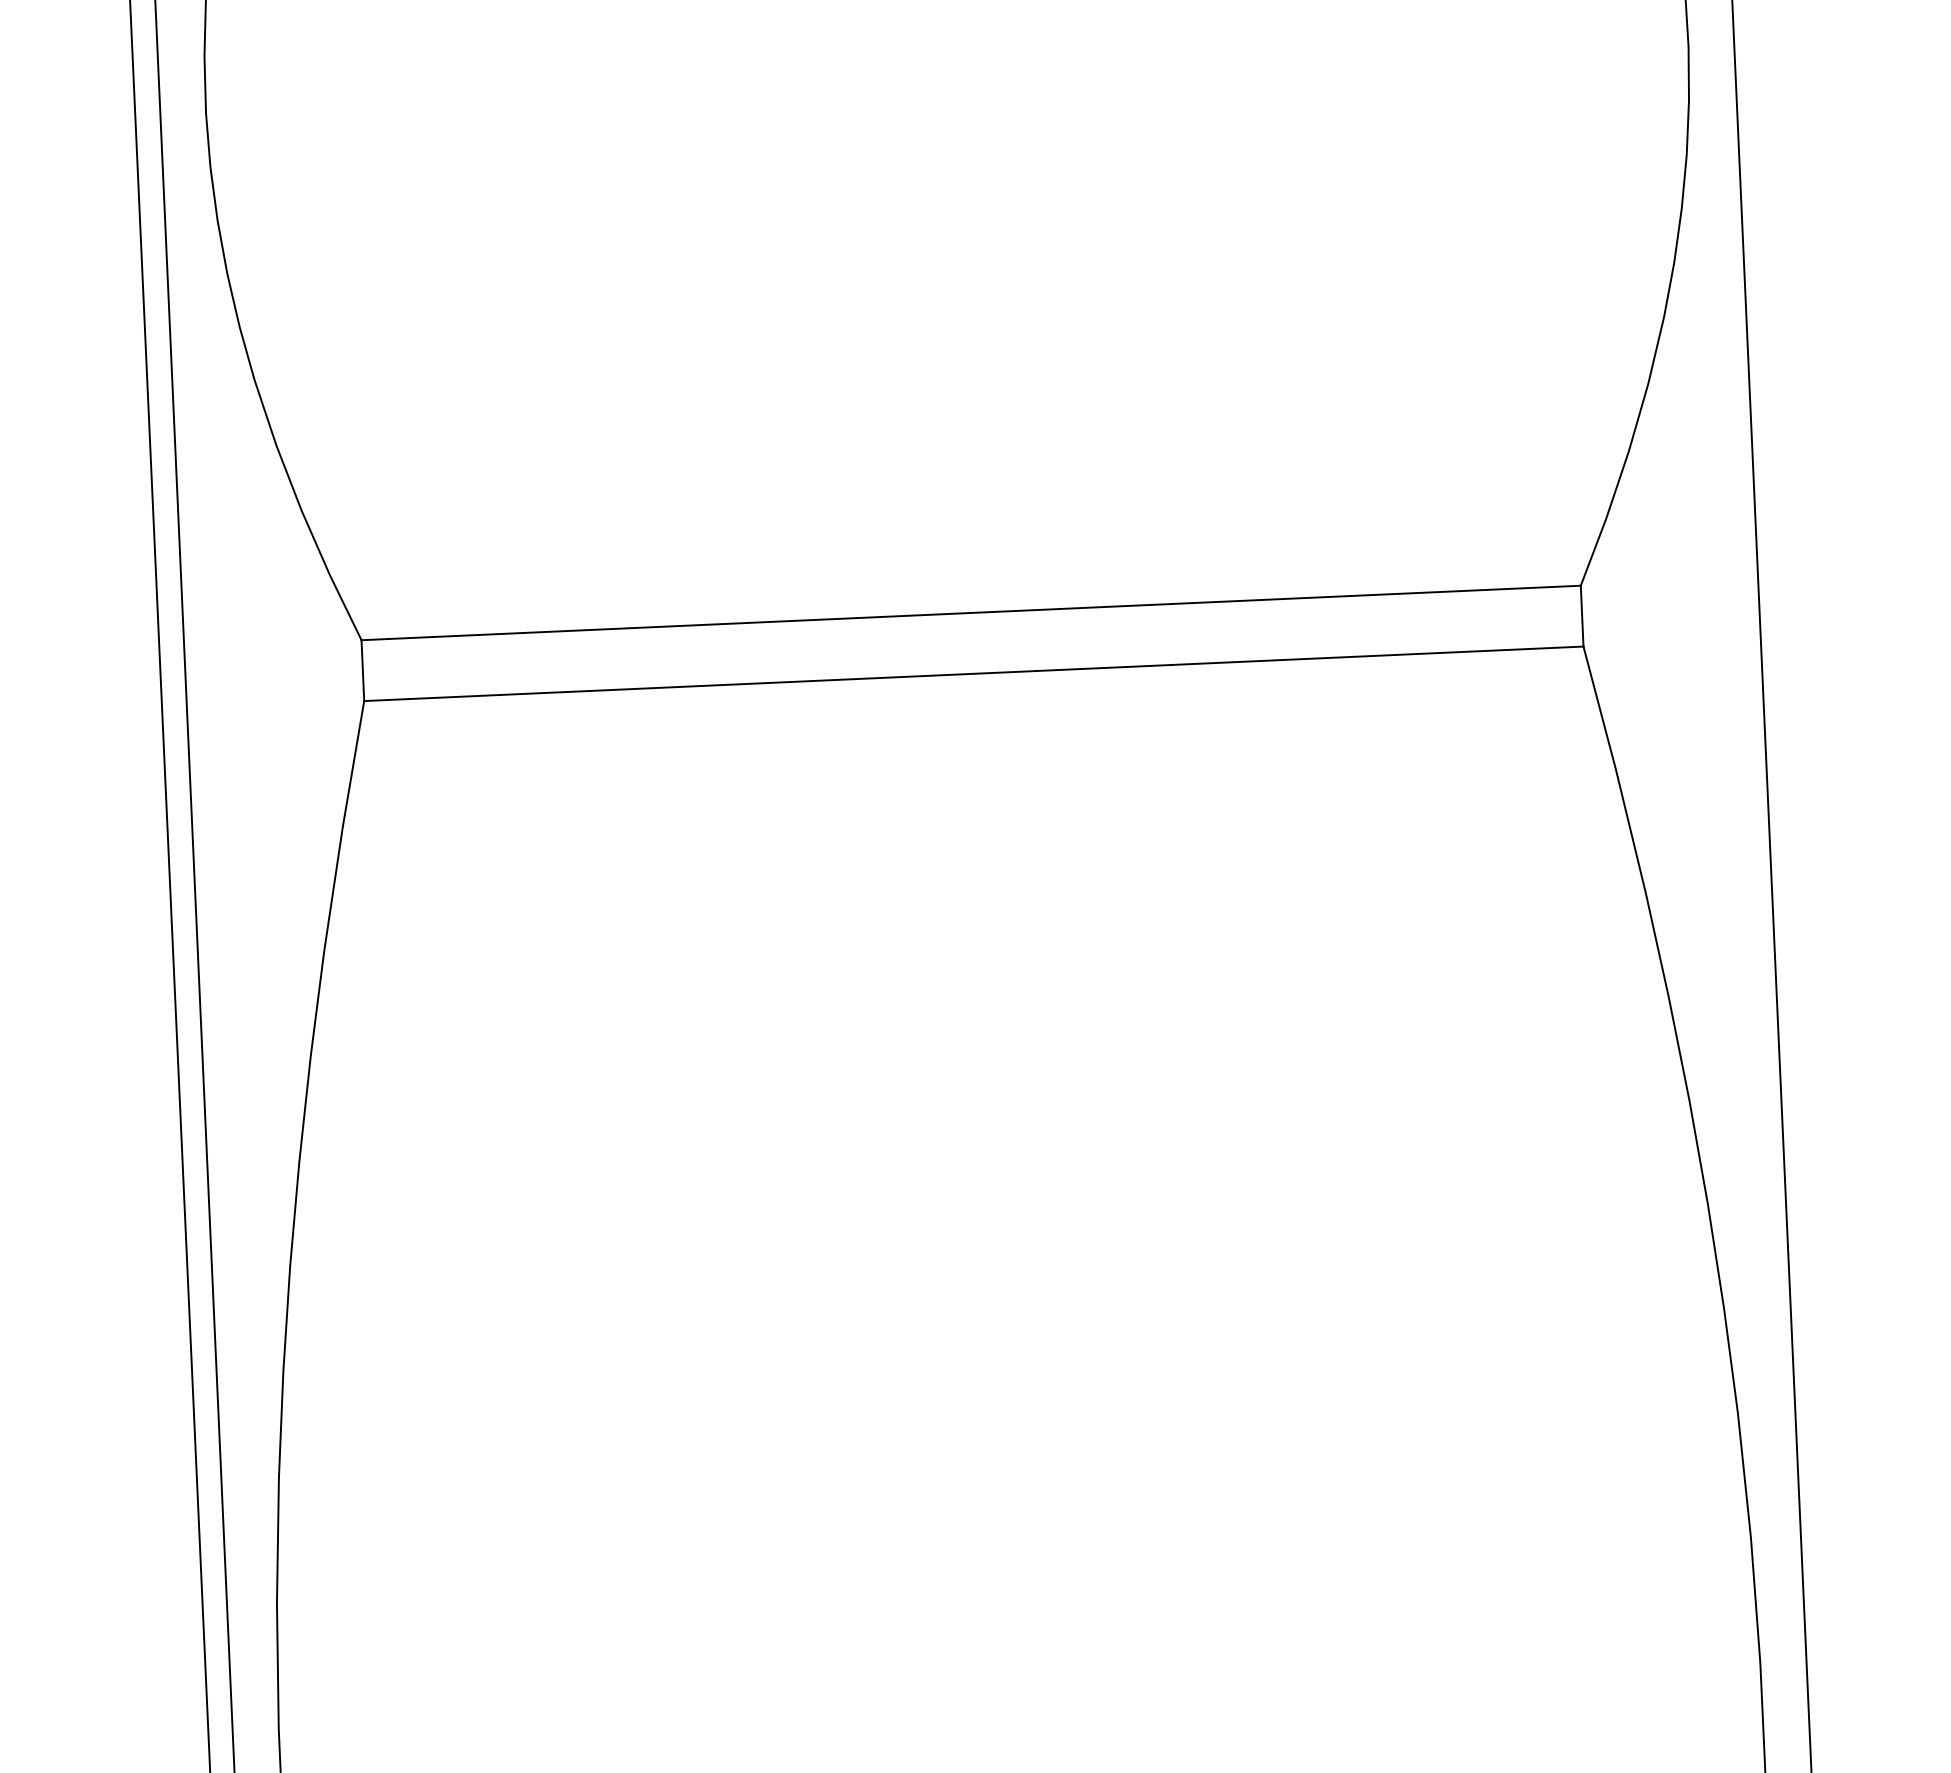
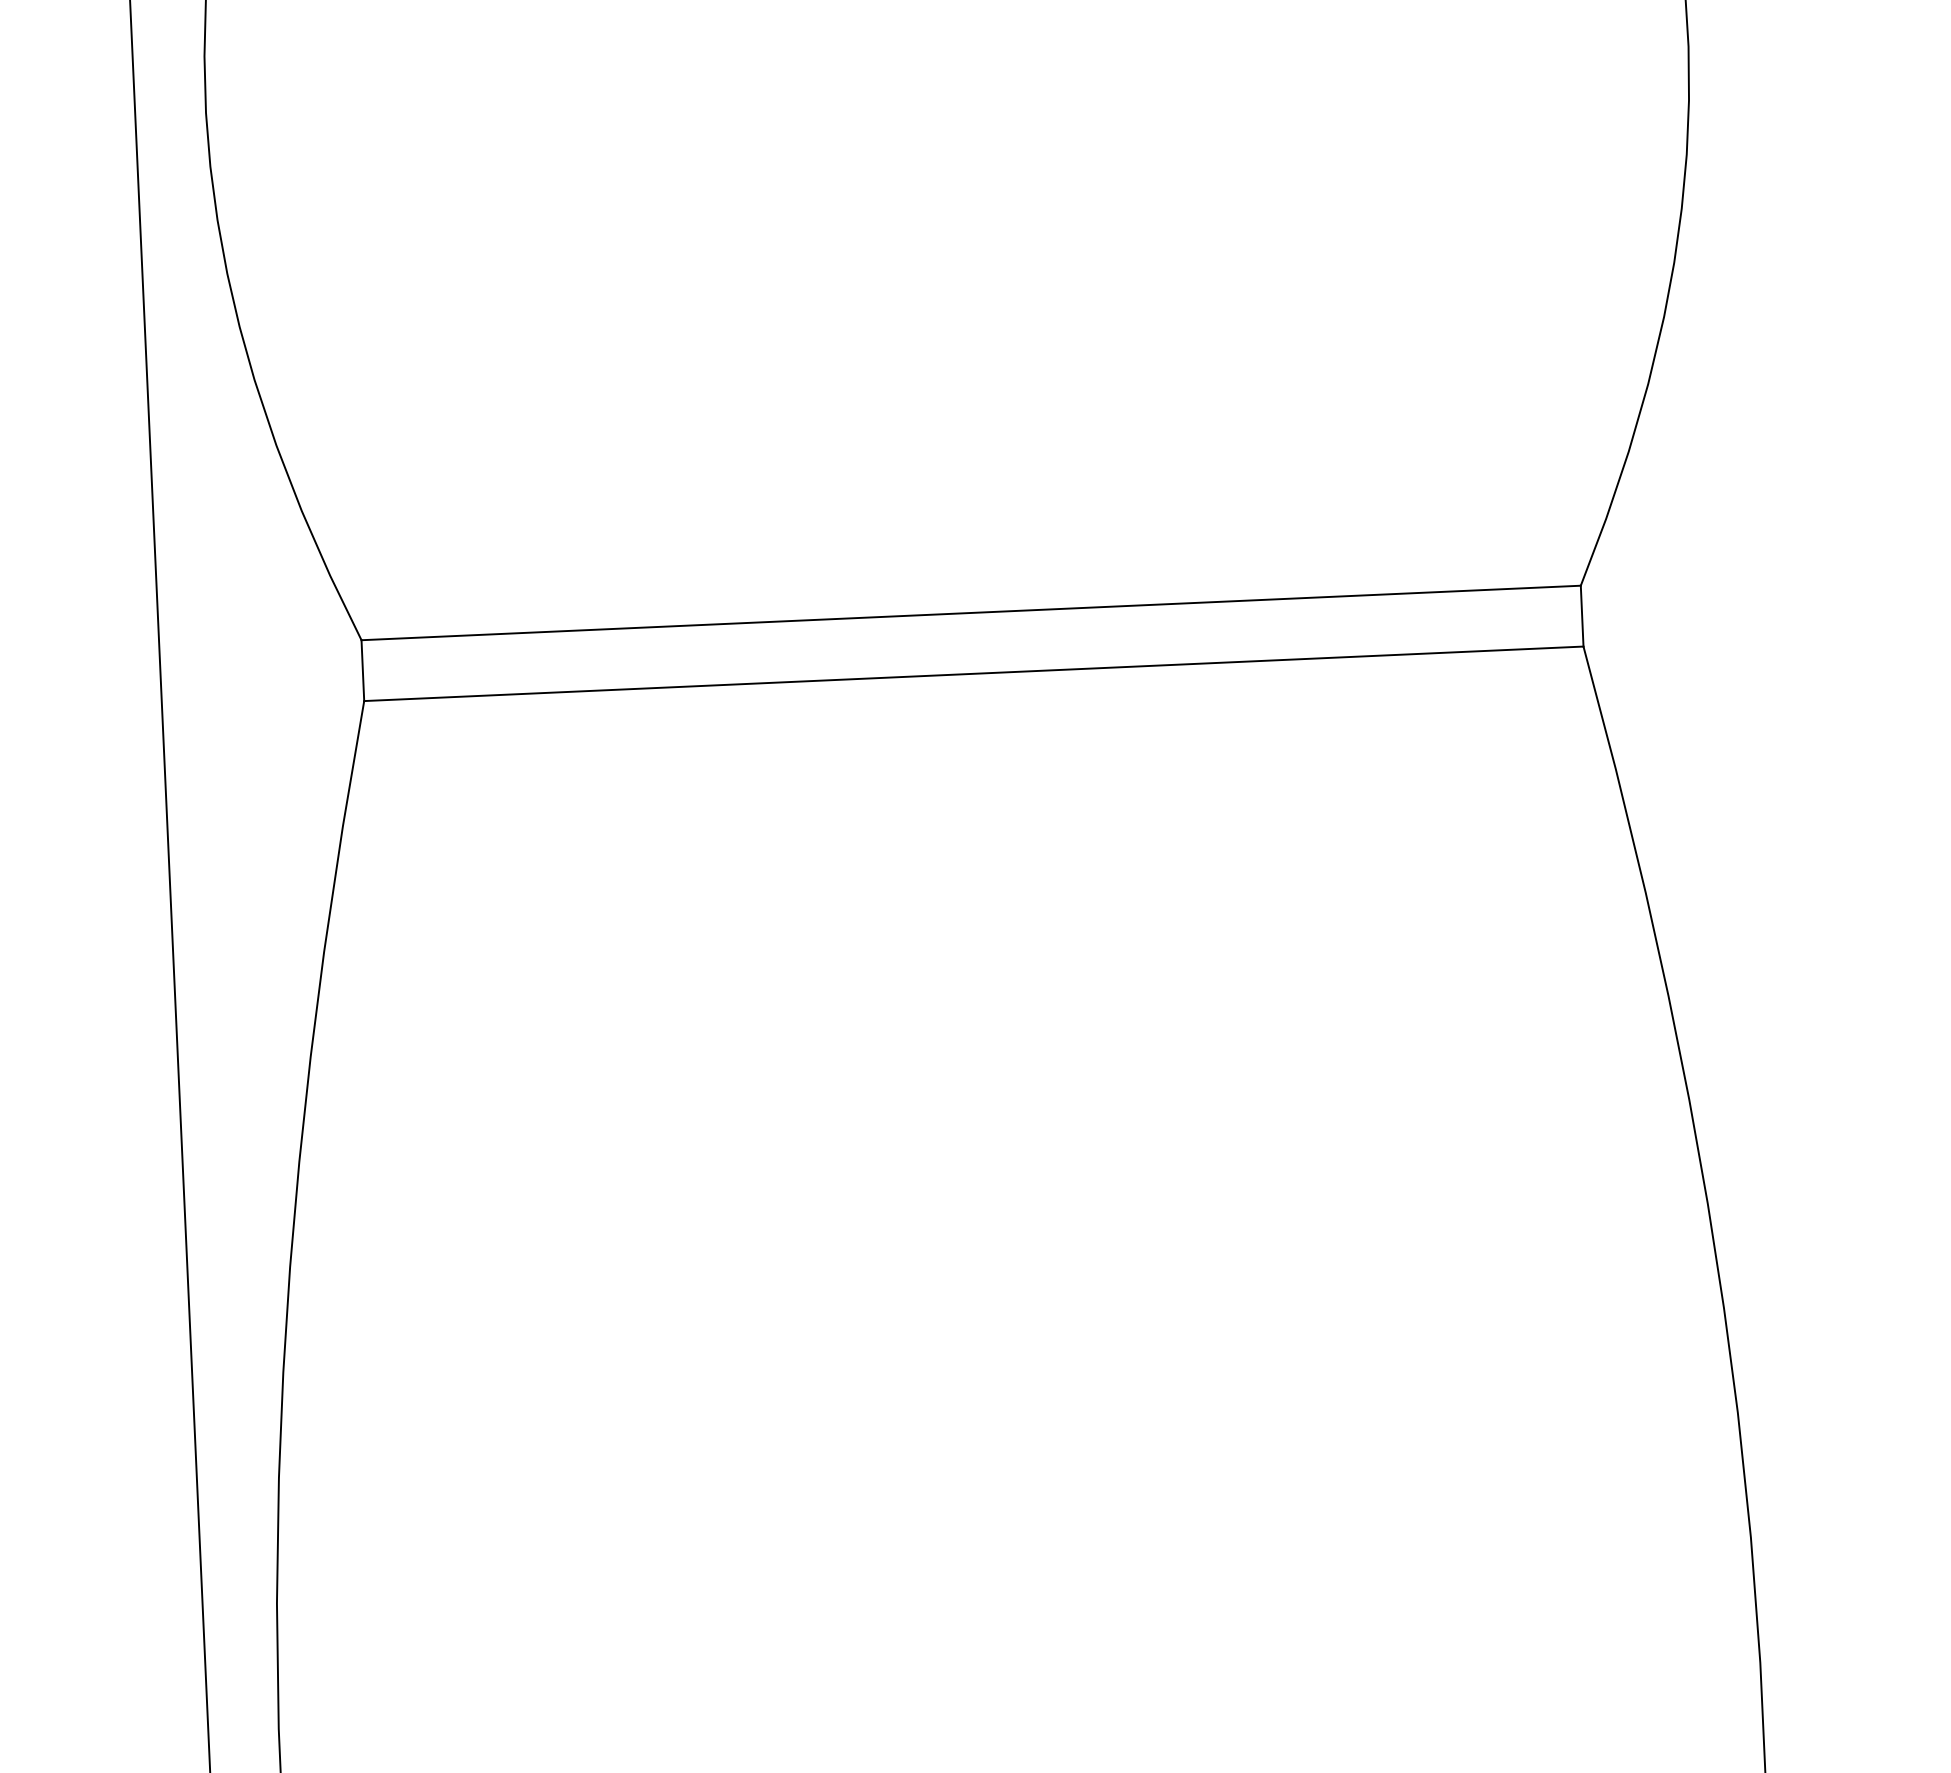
line at (194, 885): present -> none
line at (1771, 885): present -> none
